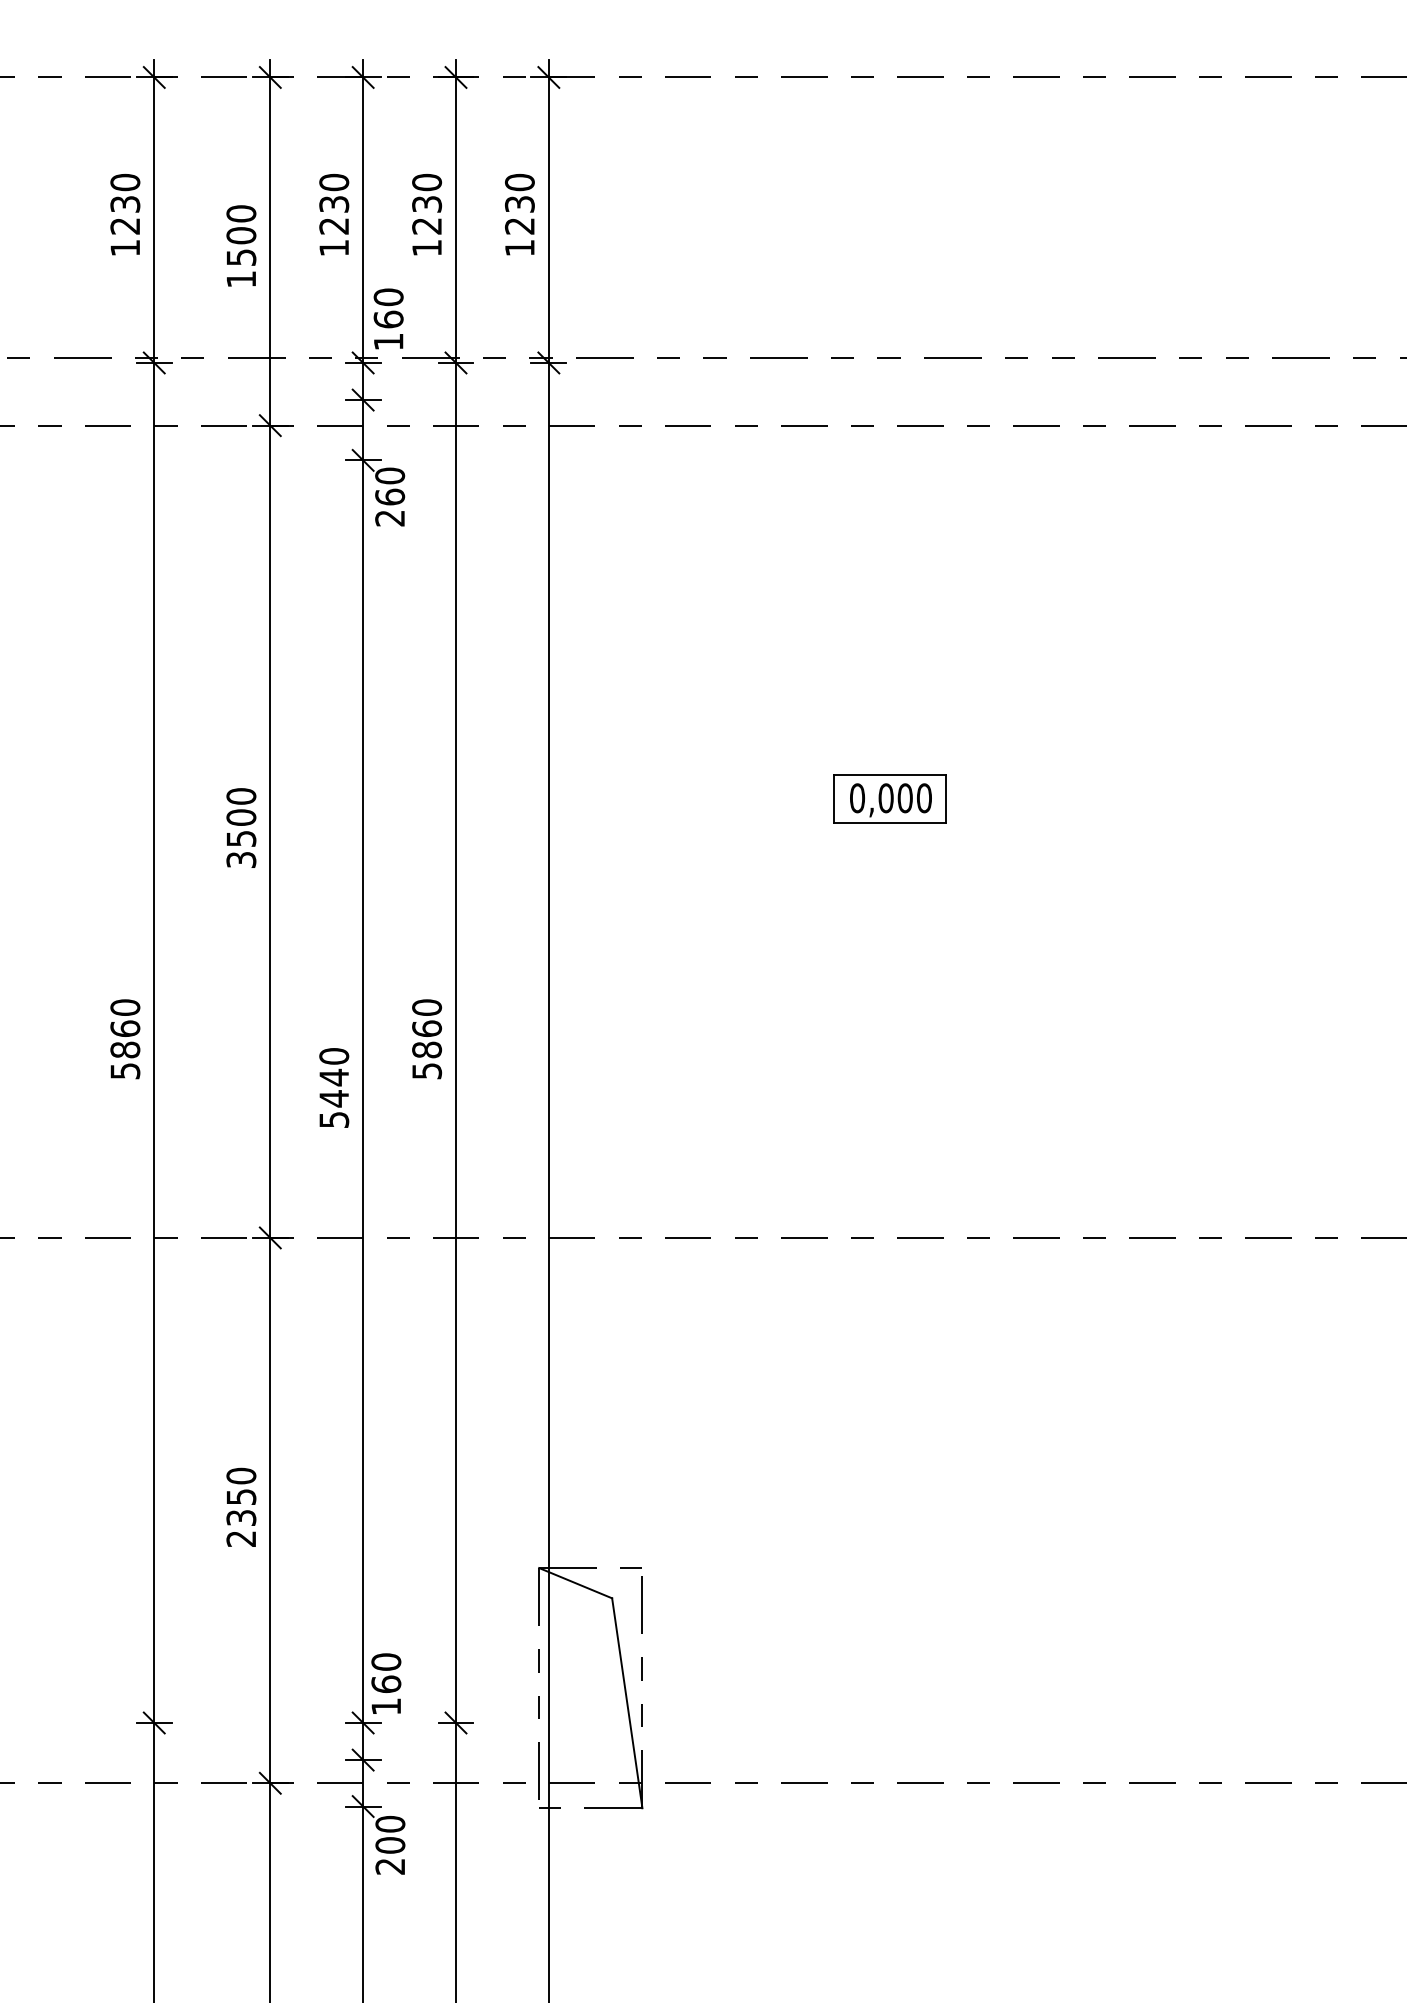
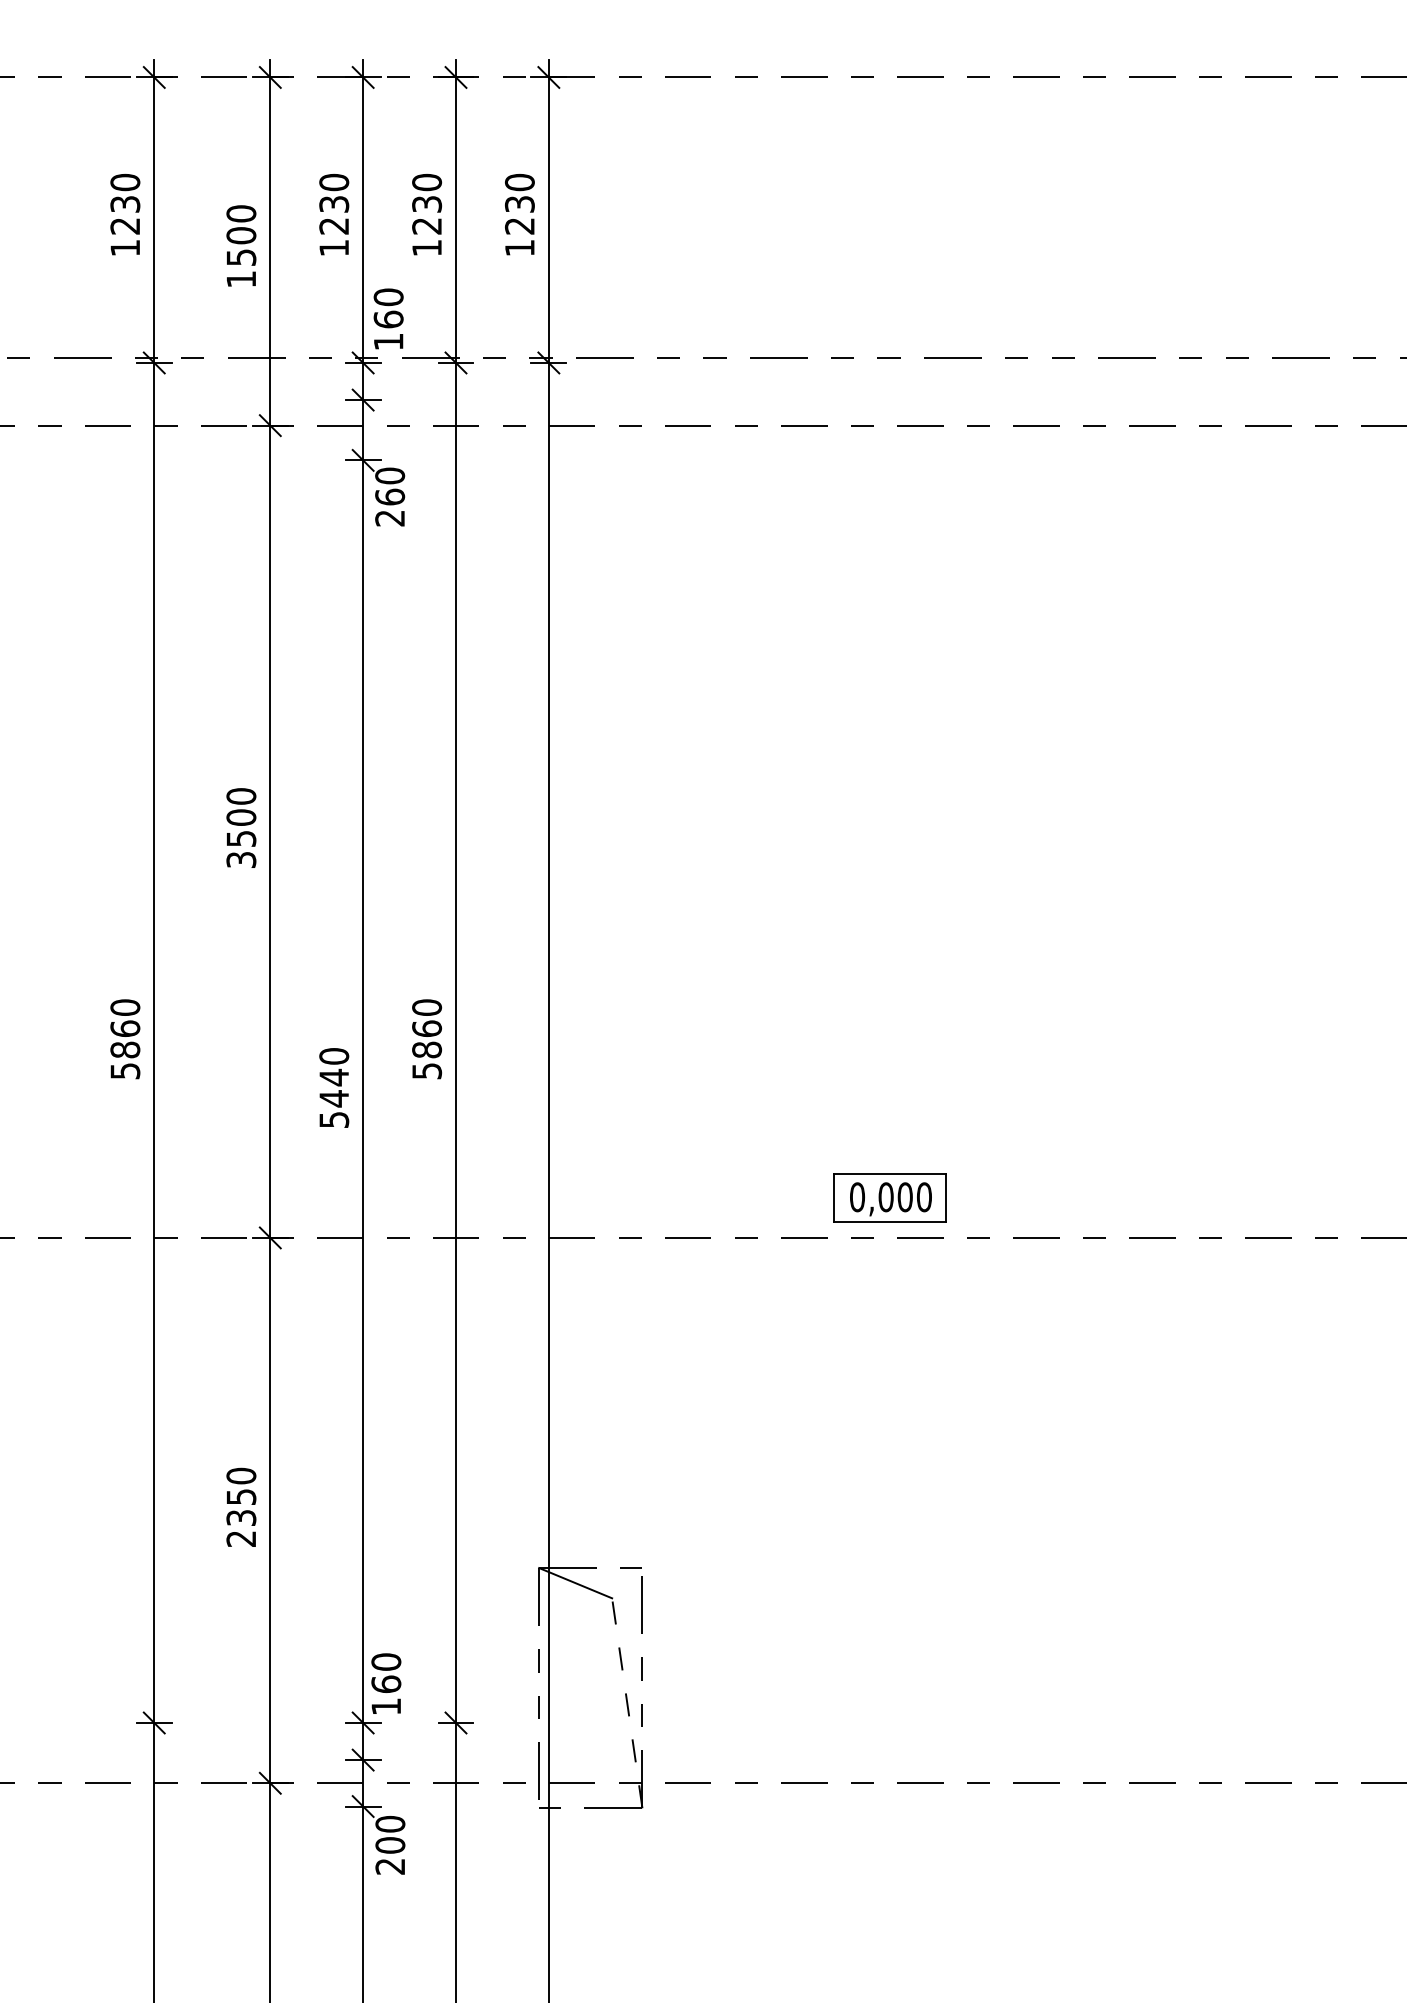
part at (889, 798) position: (889, 798) -> (889, 1197)
line at (627, 1702): solid -> dashed
